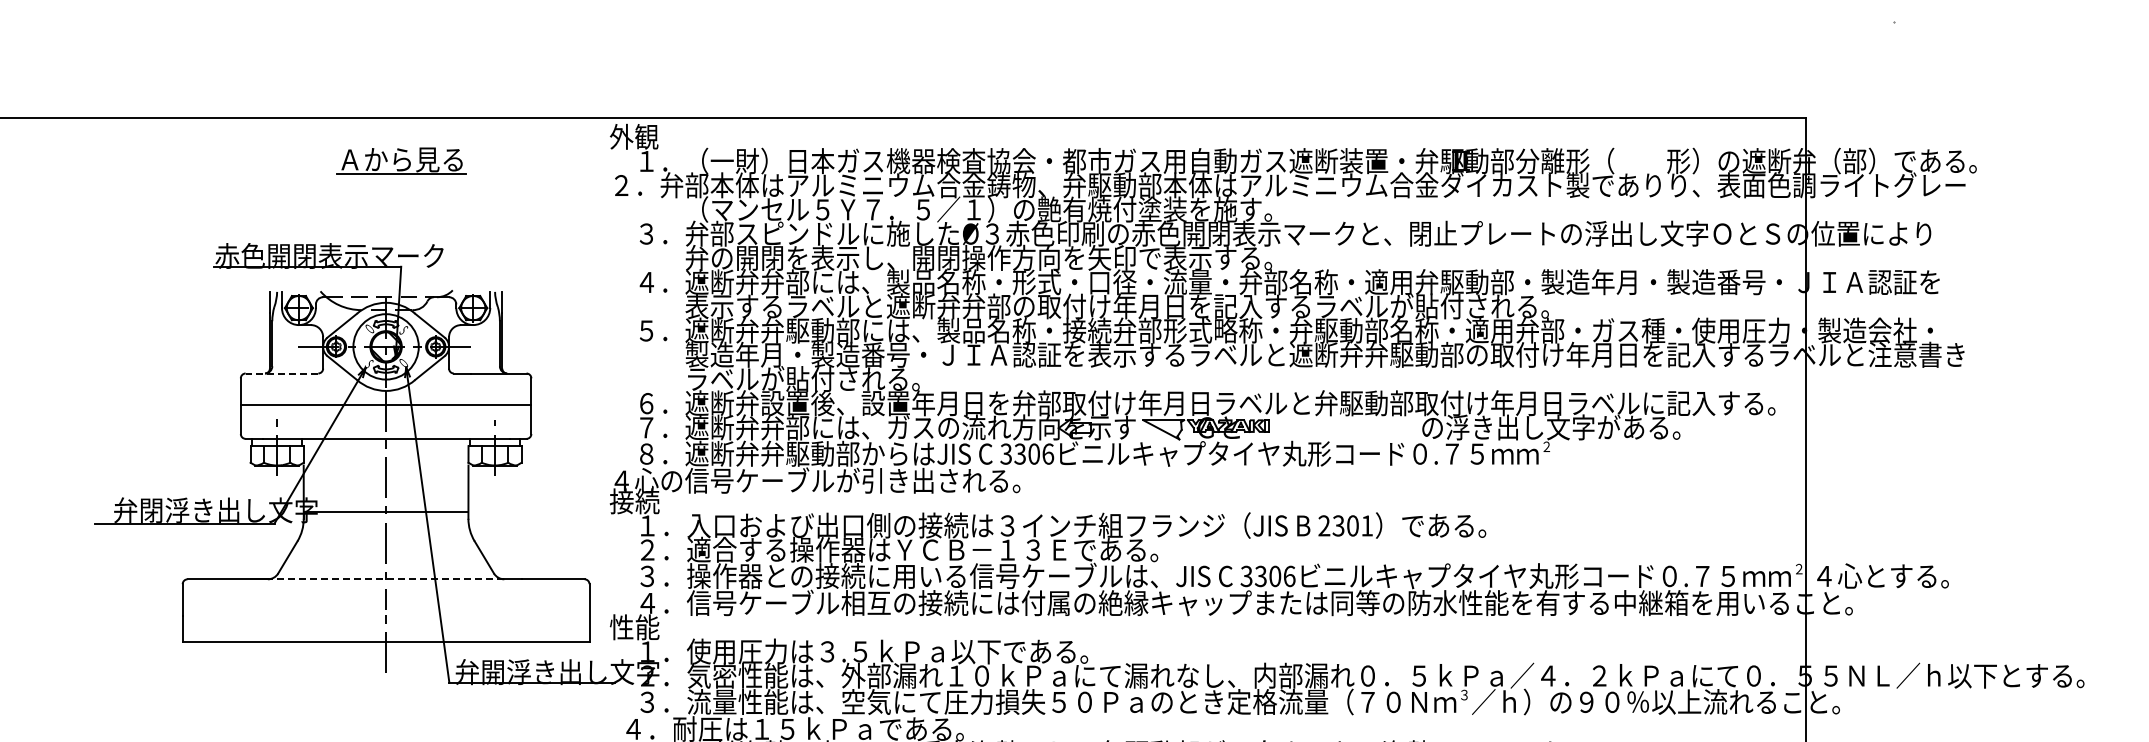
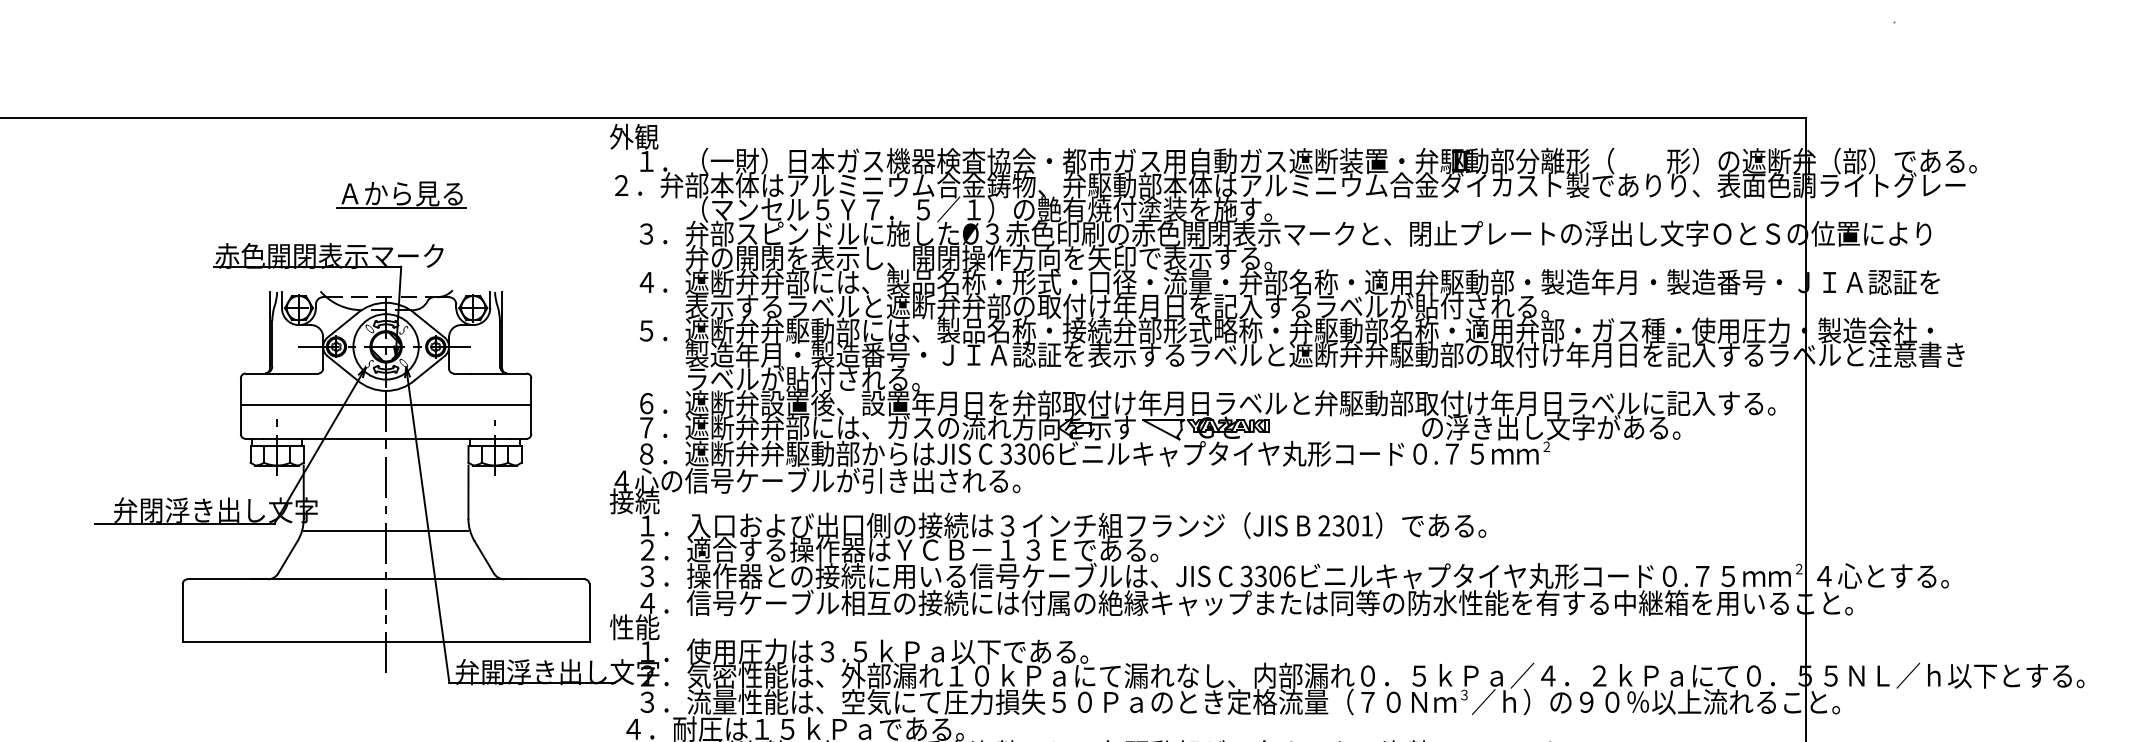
part at (401, 160) position: (401, 160) -> (401, 194)
line at (281, 373): dashed -> solid
line at (385, 511) position: (385, 511) -> (385, 530)
line at (385, 579): dashed -> solid
